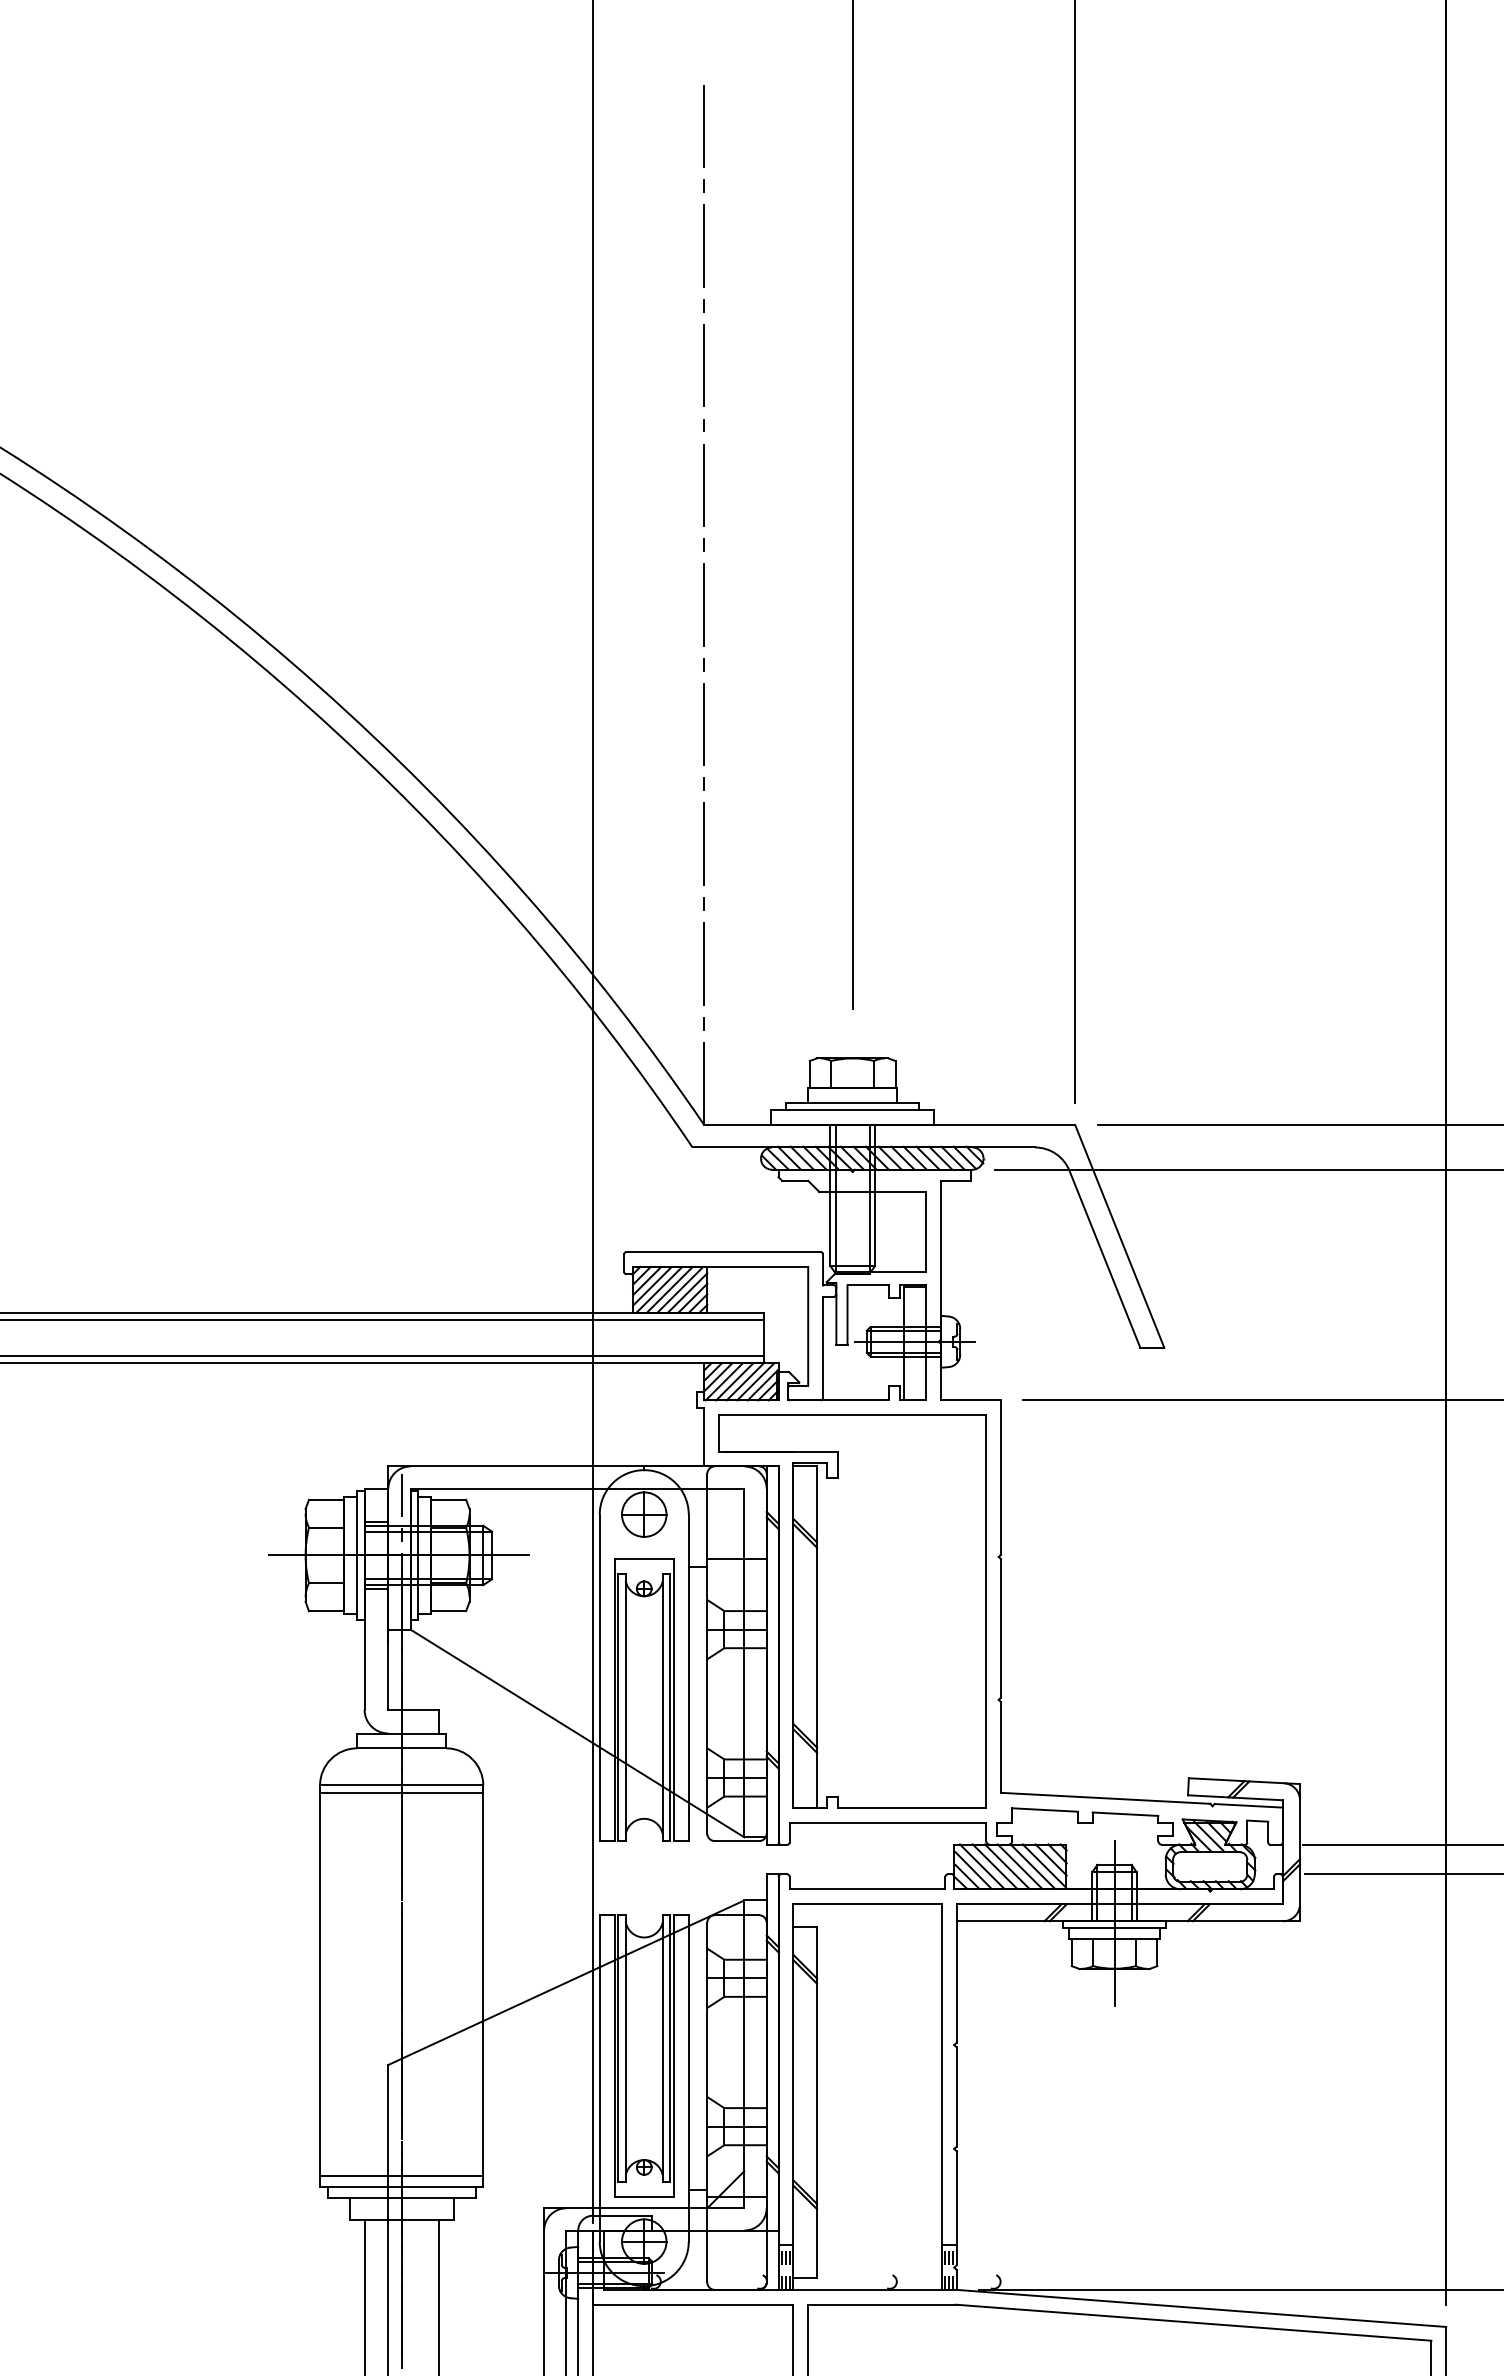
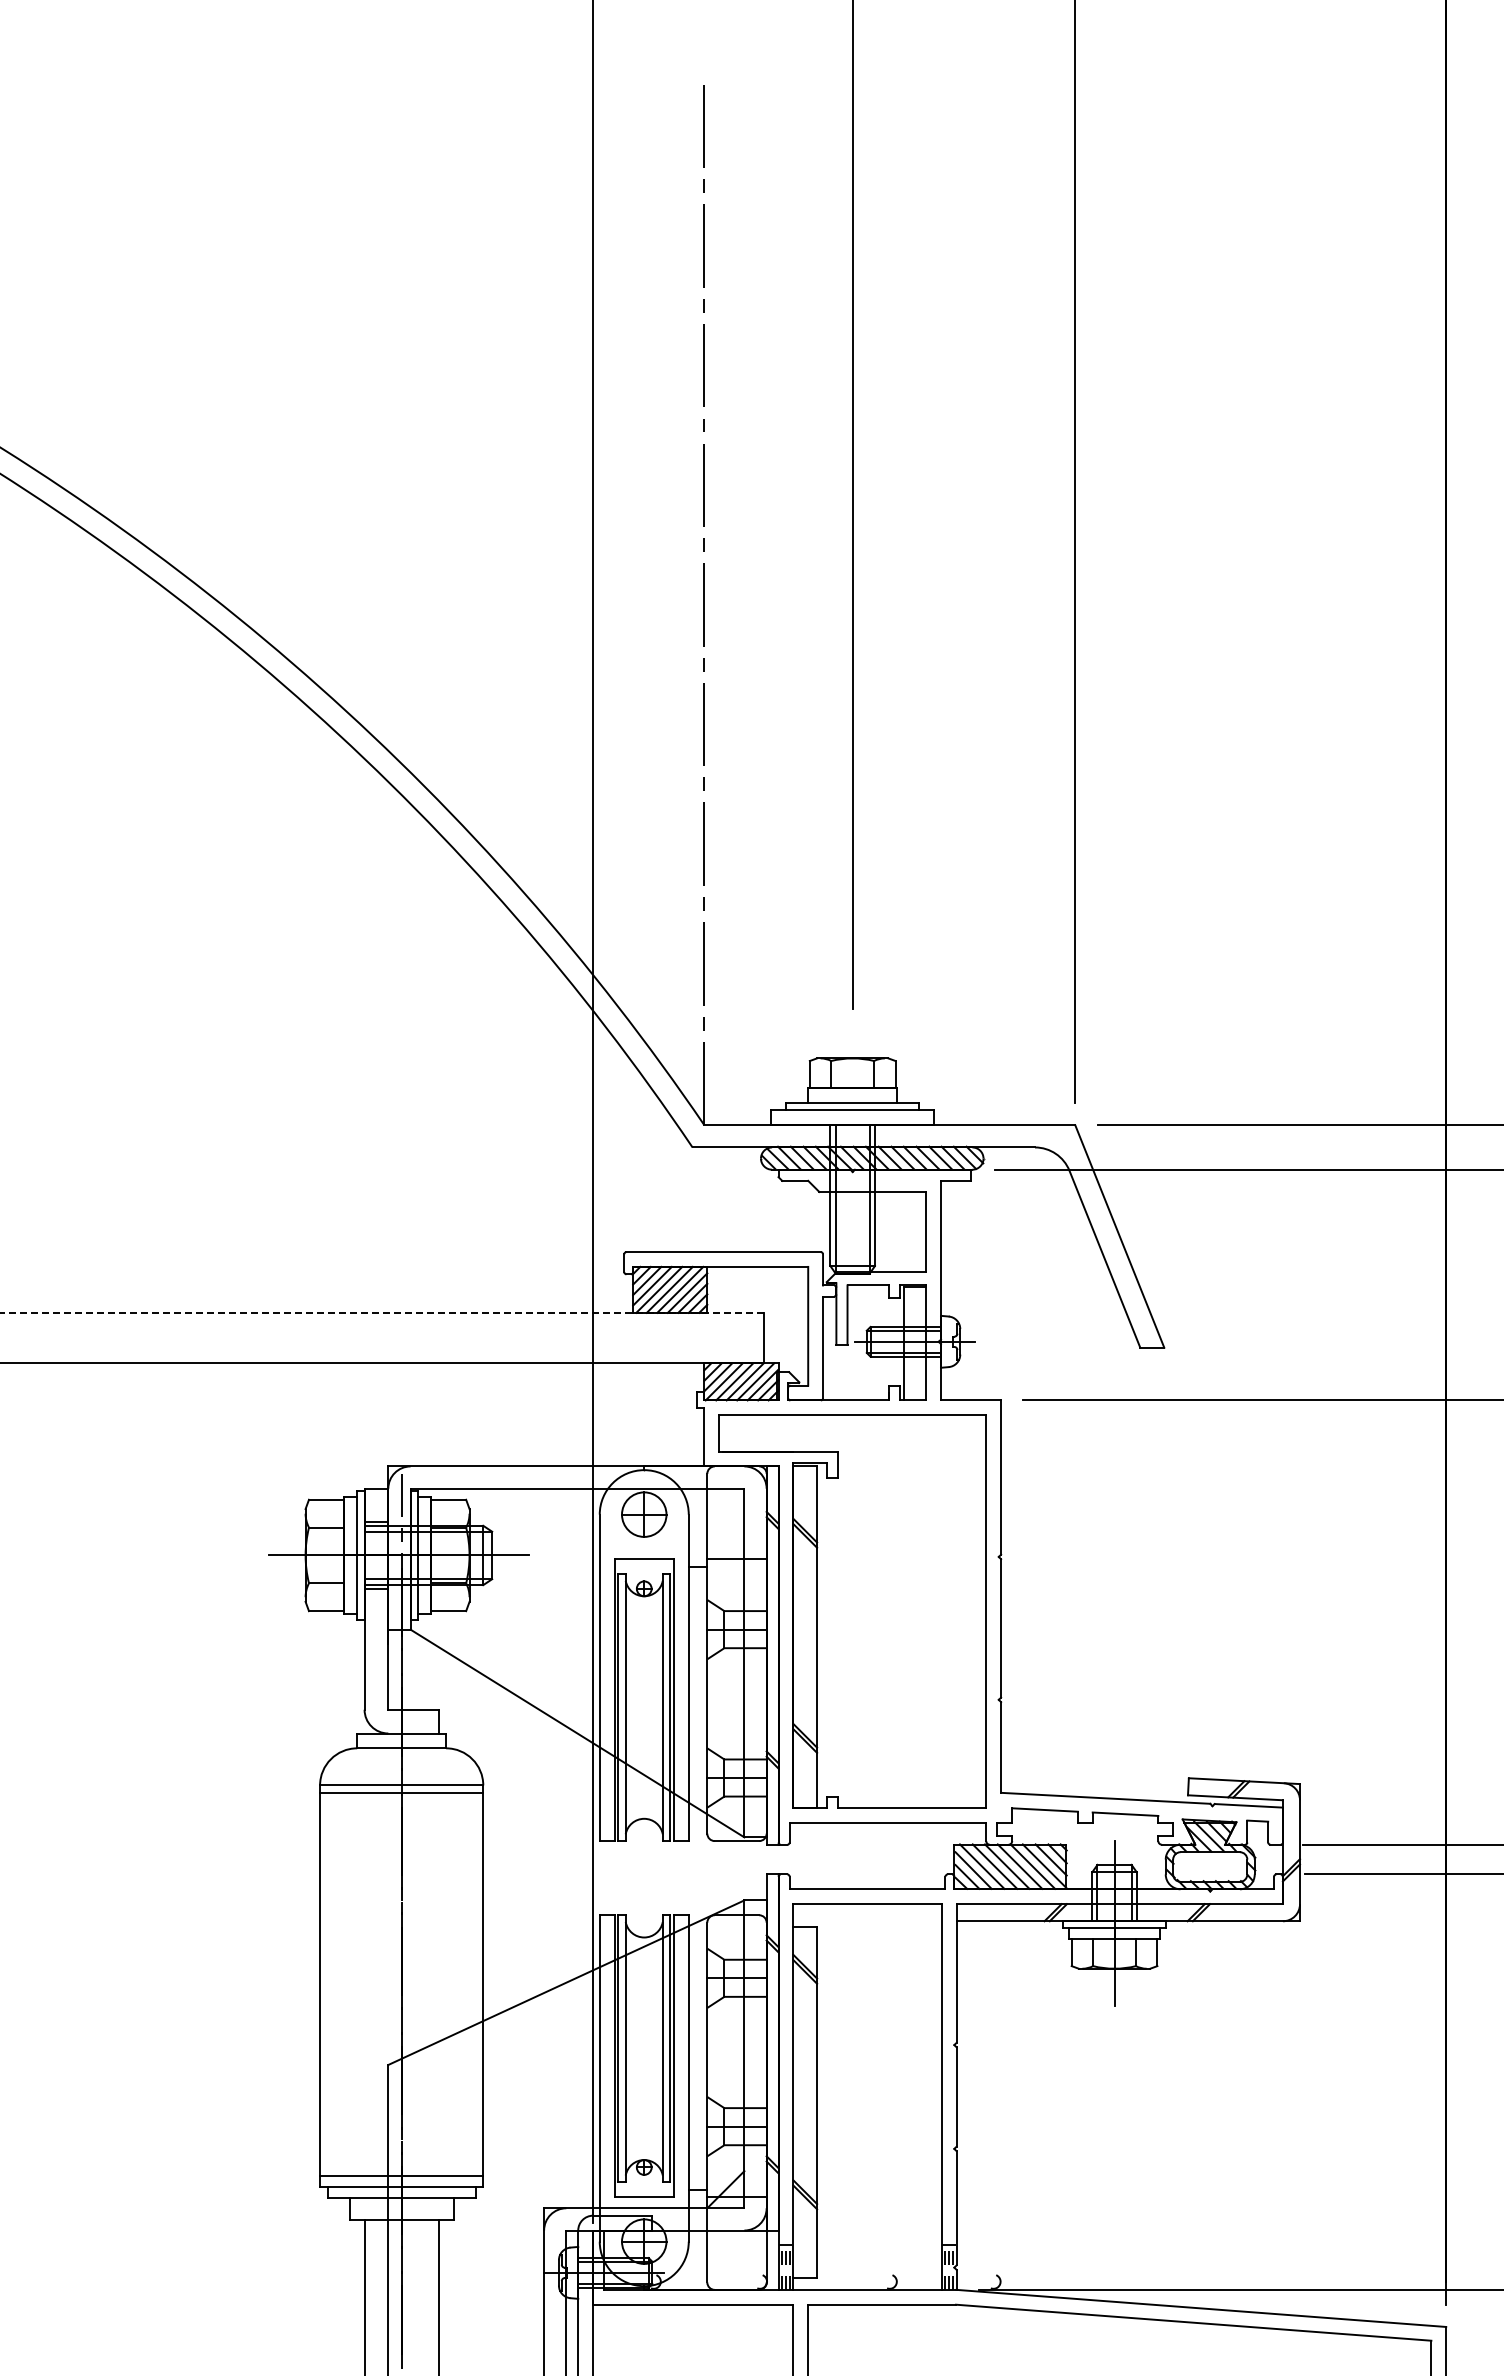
line at (381, 1312): solid -> dashed
line at (382, 1320): present -> none
line at (382, 1355): present -> none
